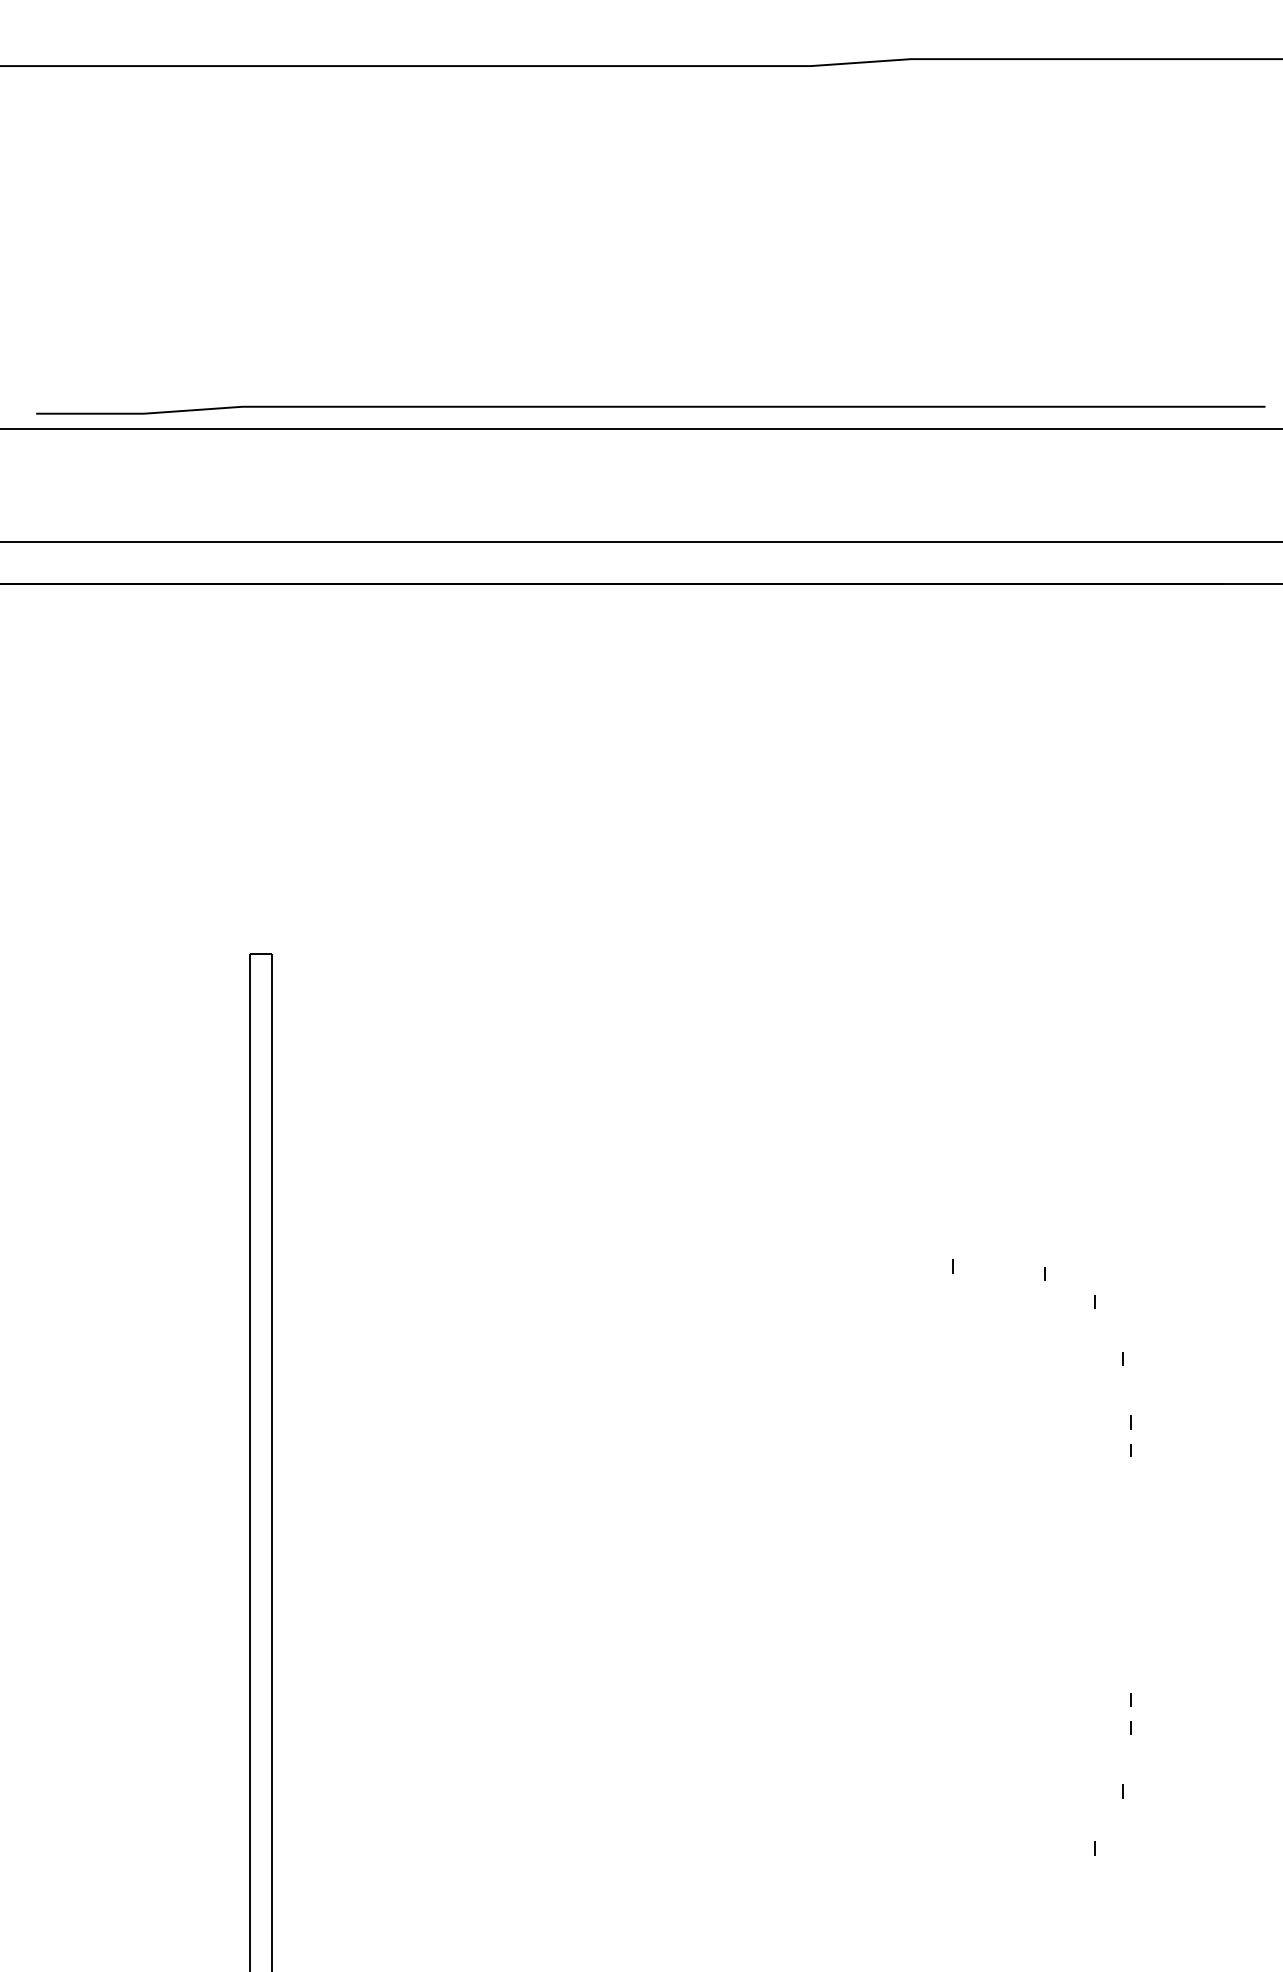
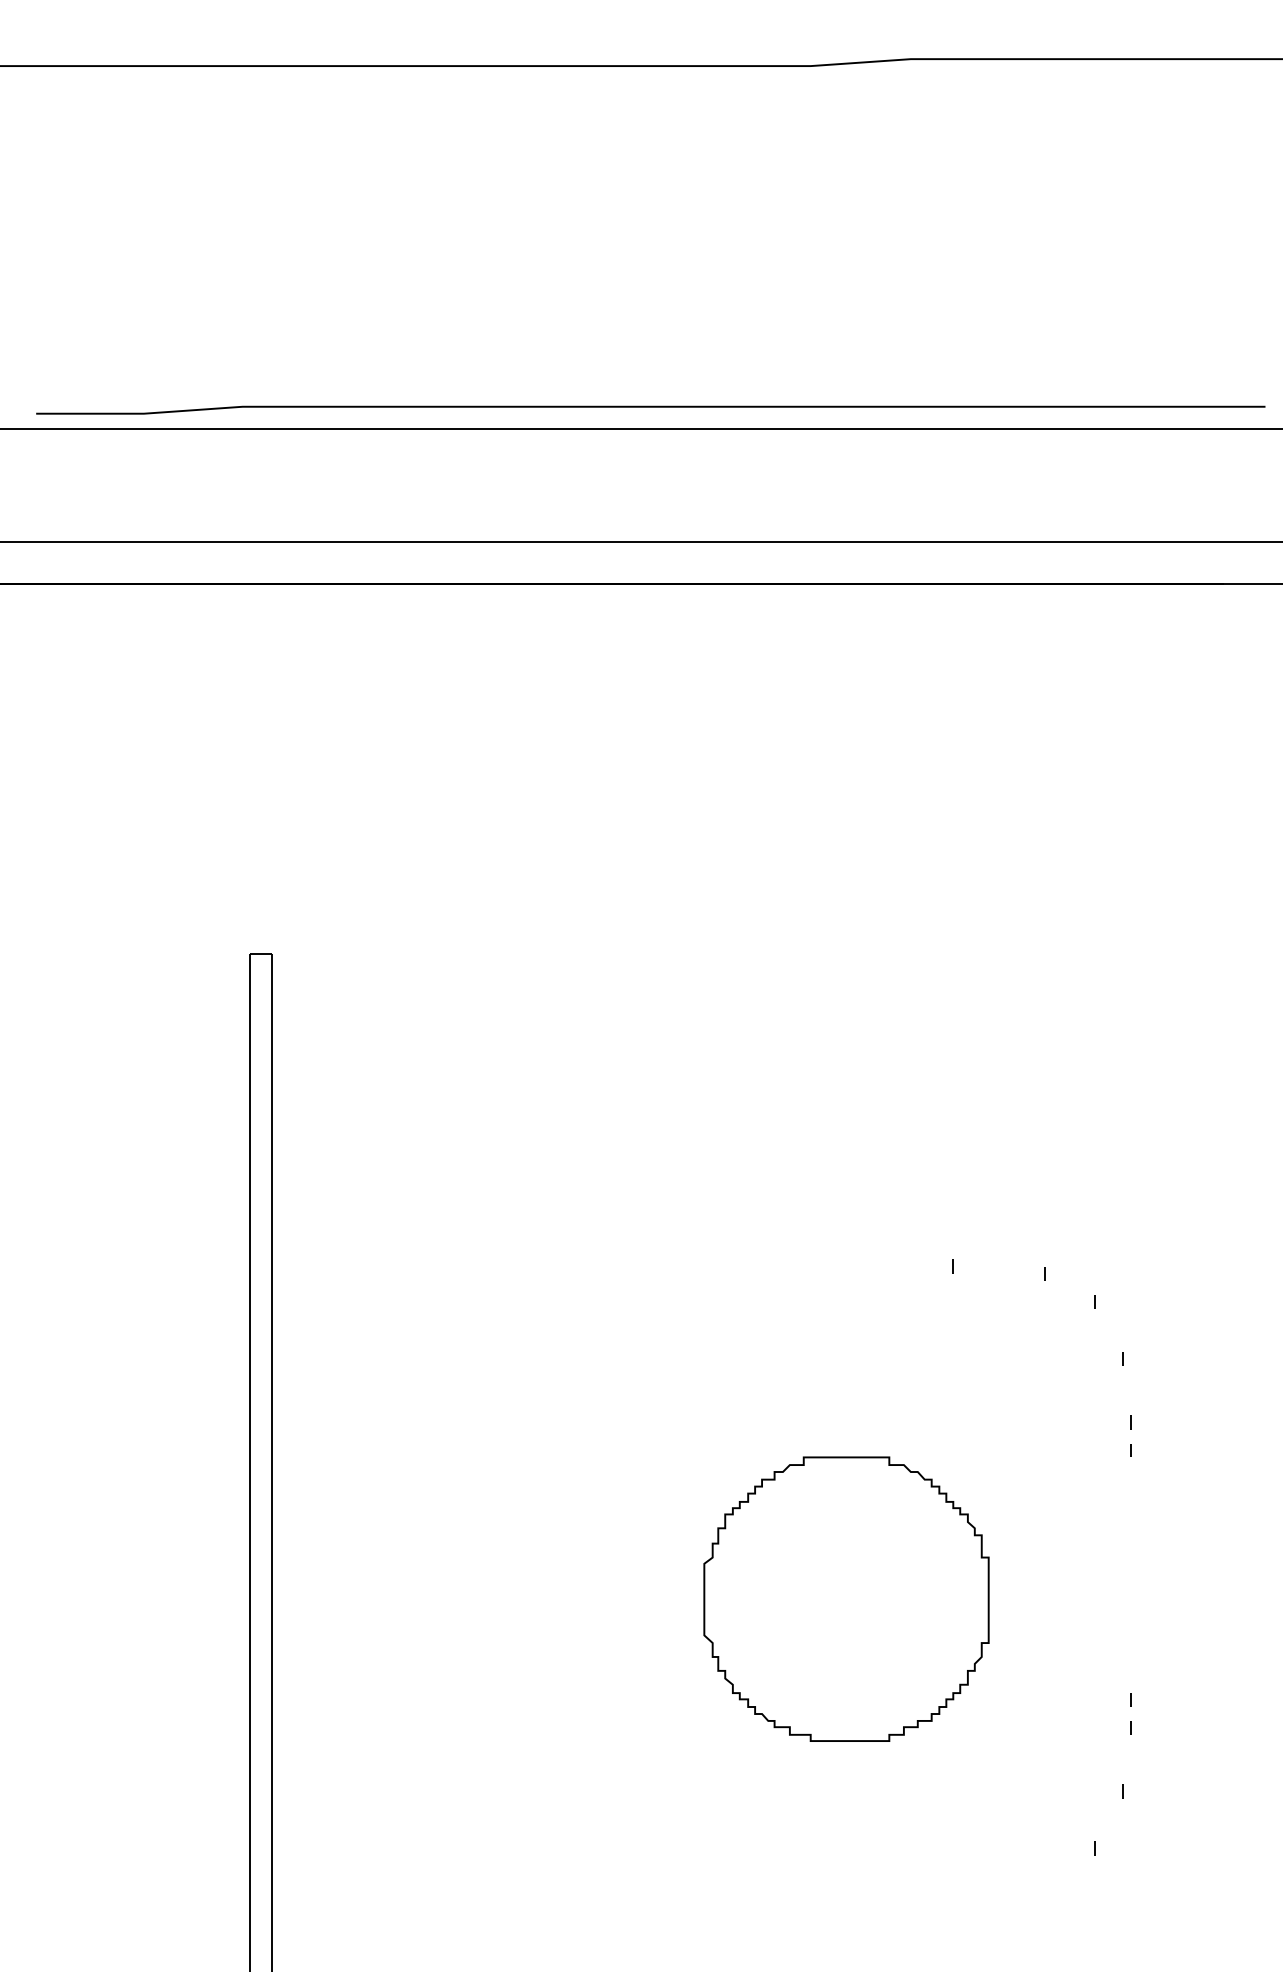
part at (846, 1598): none -> present
